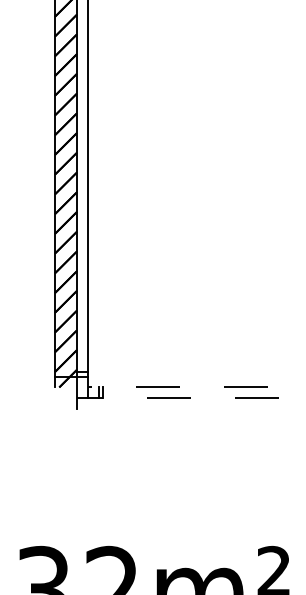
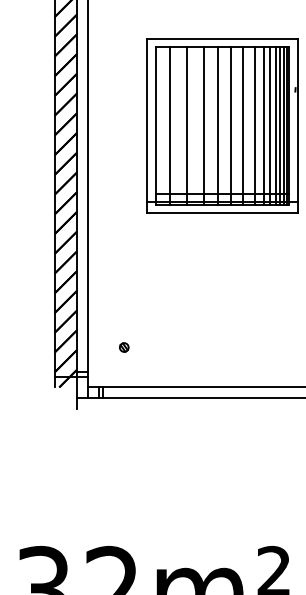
part at (222, 125): none -> present
part at (124, 347): none -> present
line at (196, 387): dashed -> solid
line at (190, 398): dashed -> solid
